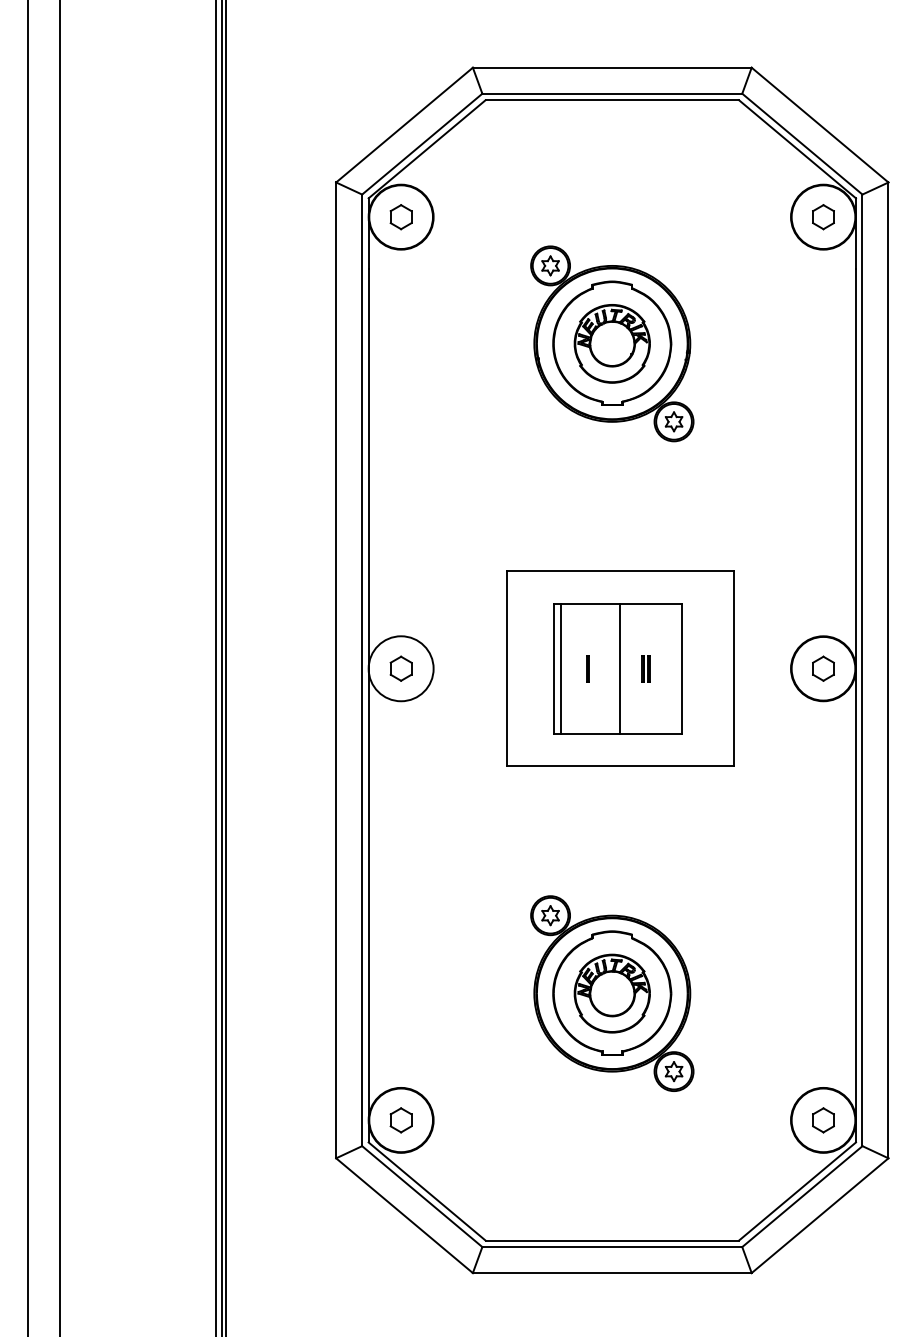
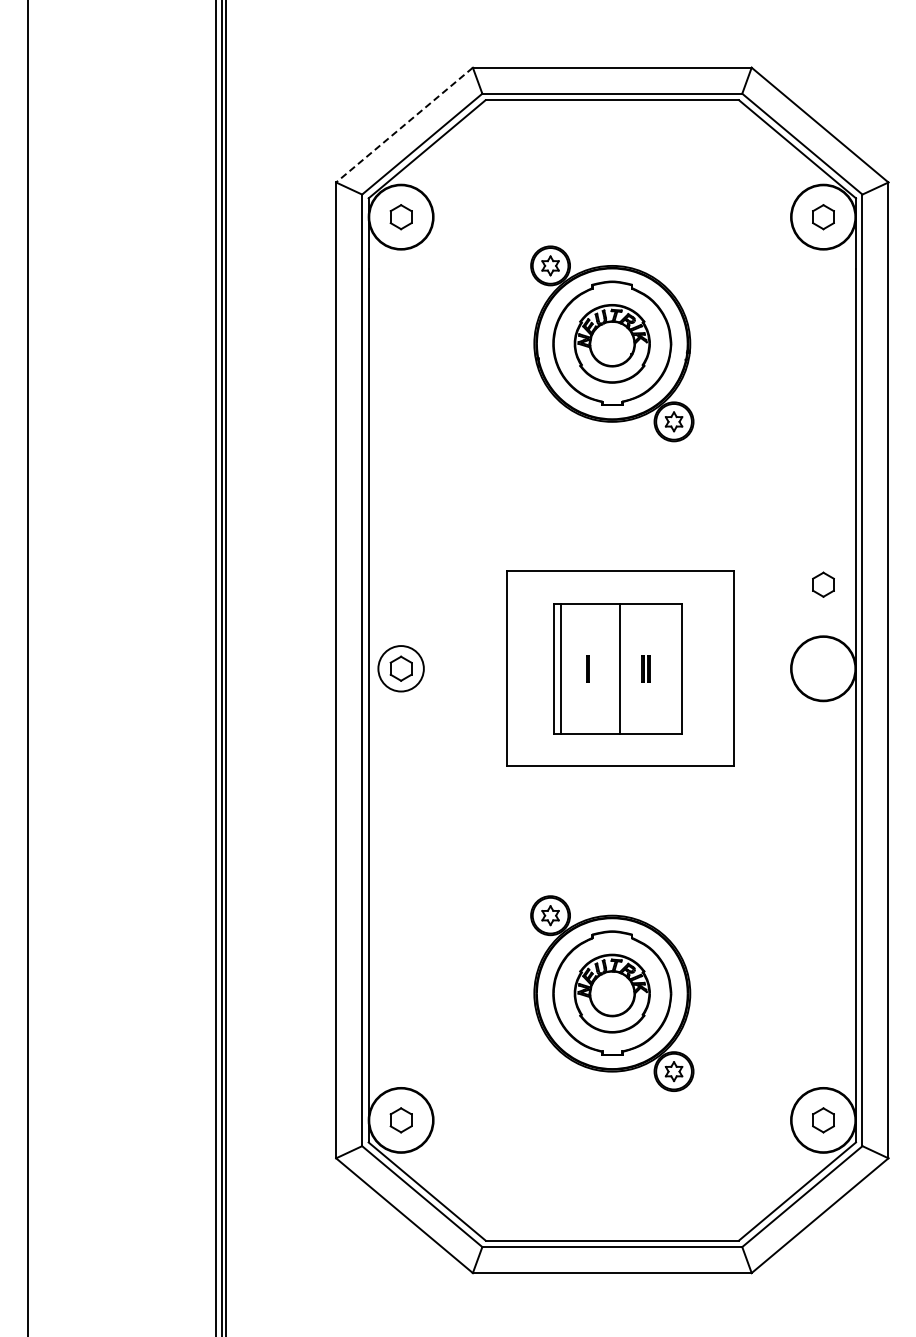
line at (404, 125): solid -> dashed
line at (60, 667): present -> none
circle at (400, 668) diameter: 65 px -> 45 px
part at (823, 668) position: (823, 668) -> (823, 584)
